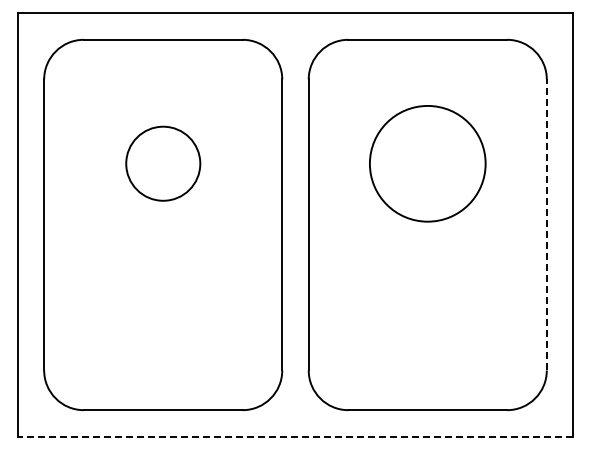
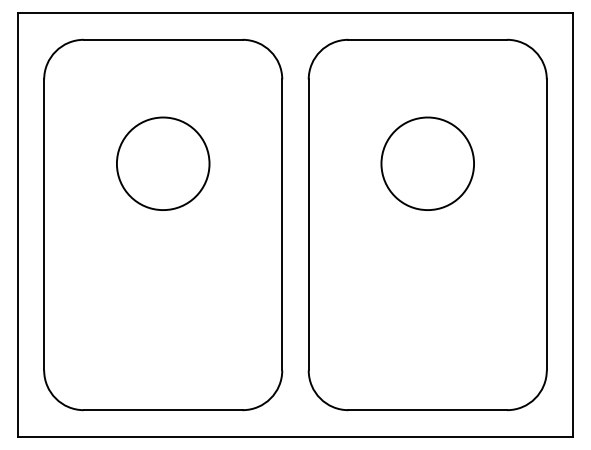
circle at (163, 163) size: 77x77 px -> 95x95 px
circle at (427, 163) diameter: 116 px -> 93 px
line at (546, 224): dashed -> solid
line at (295, 436): dashed -> solid
